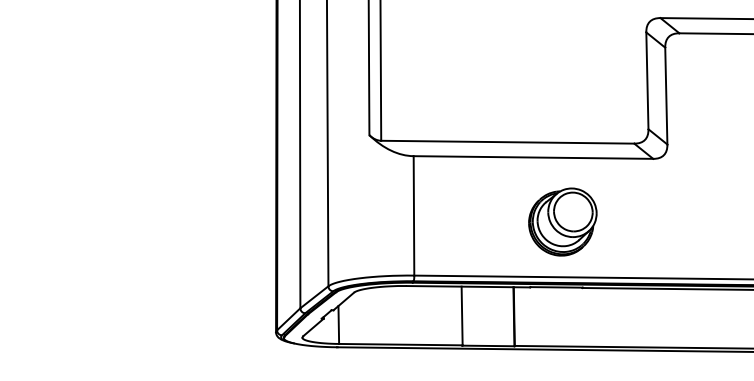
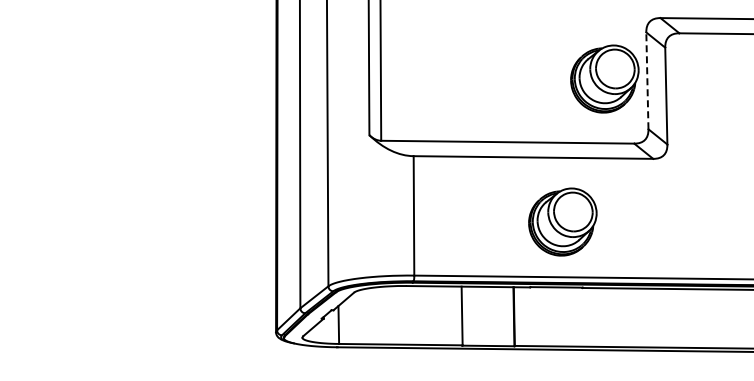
part at (604, 78): none -> present
line at (647, 80): solid -> dashed
